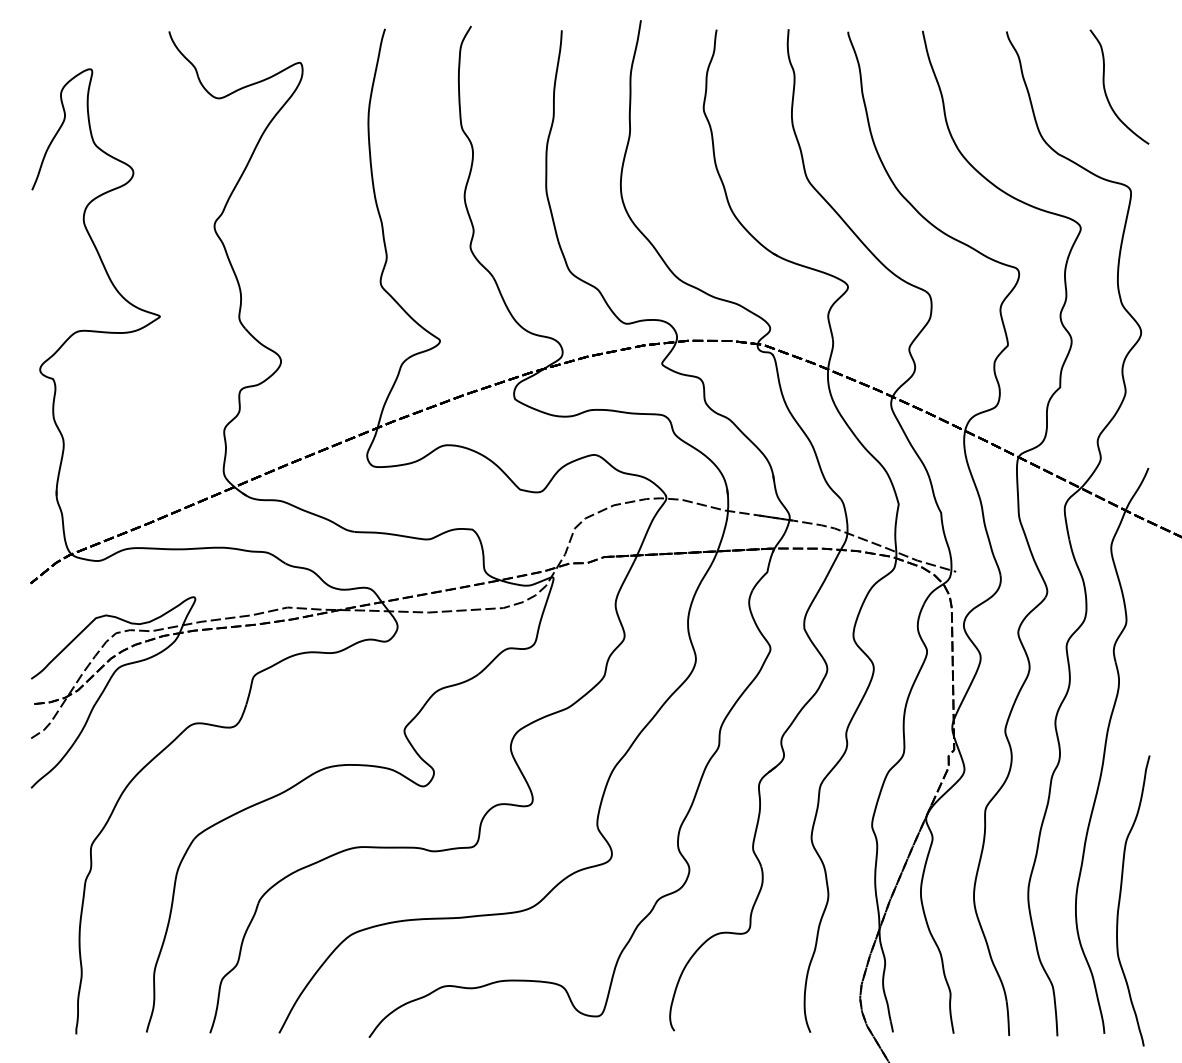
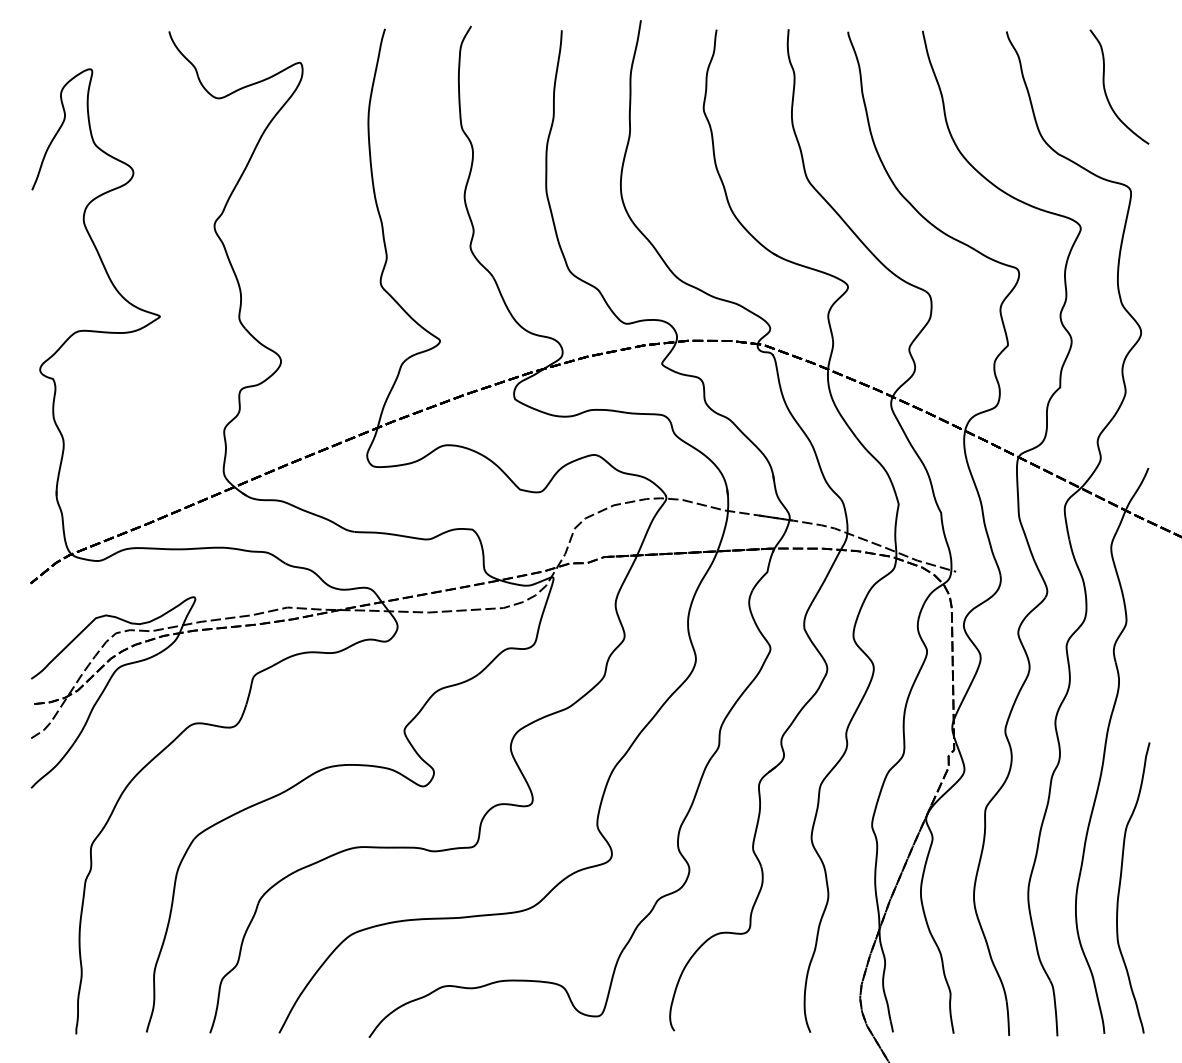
curve at (1120, 900) position: (1120, 900) -> (1120, 887)
